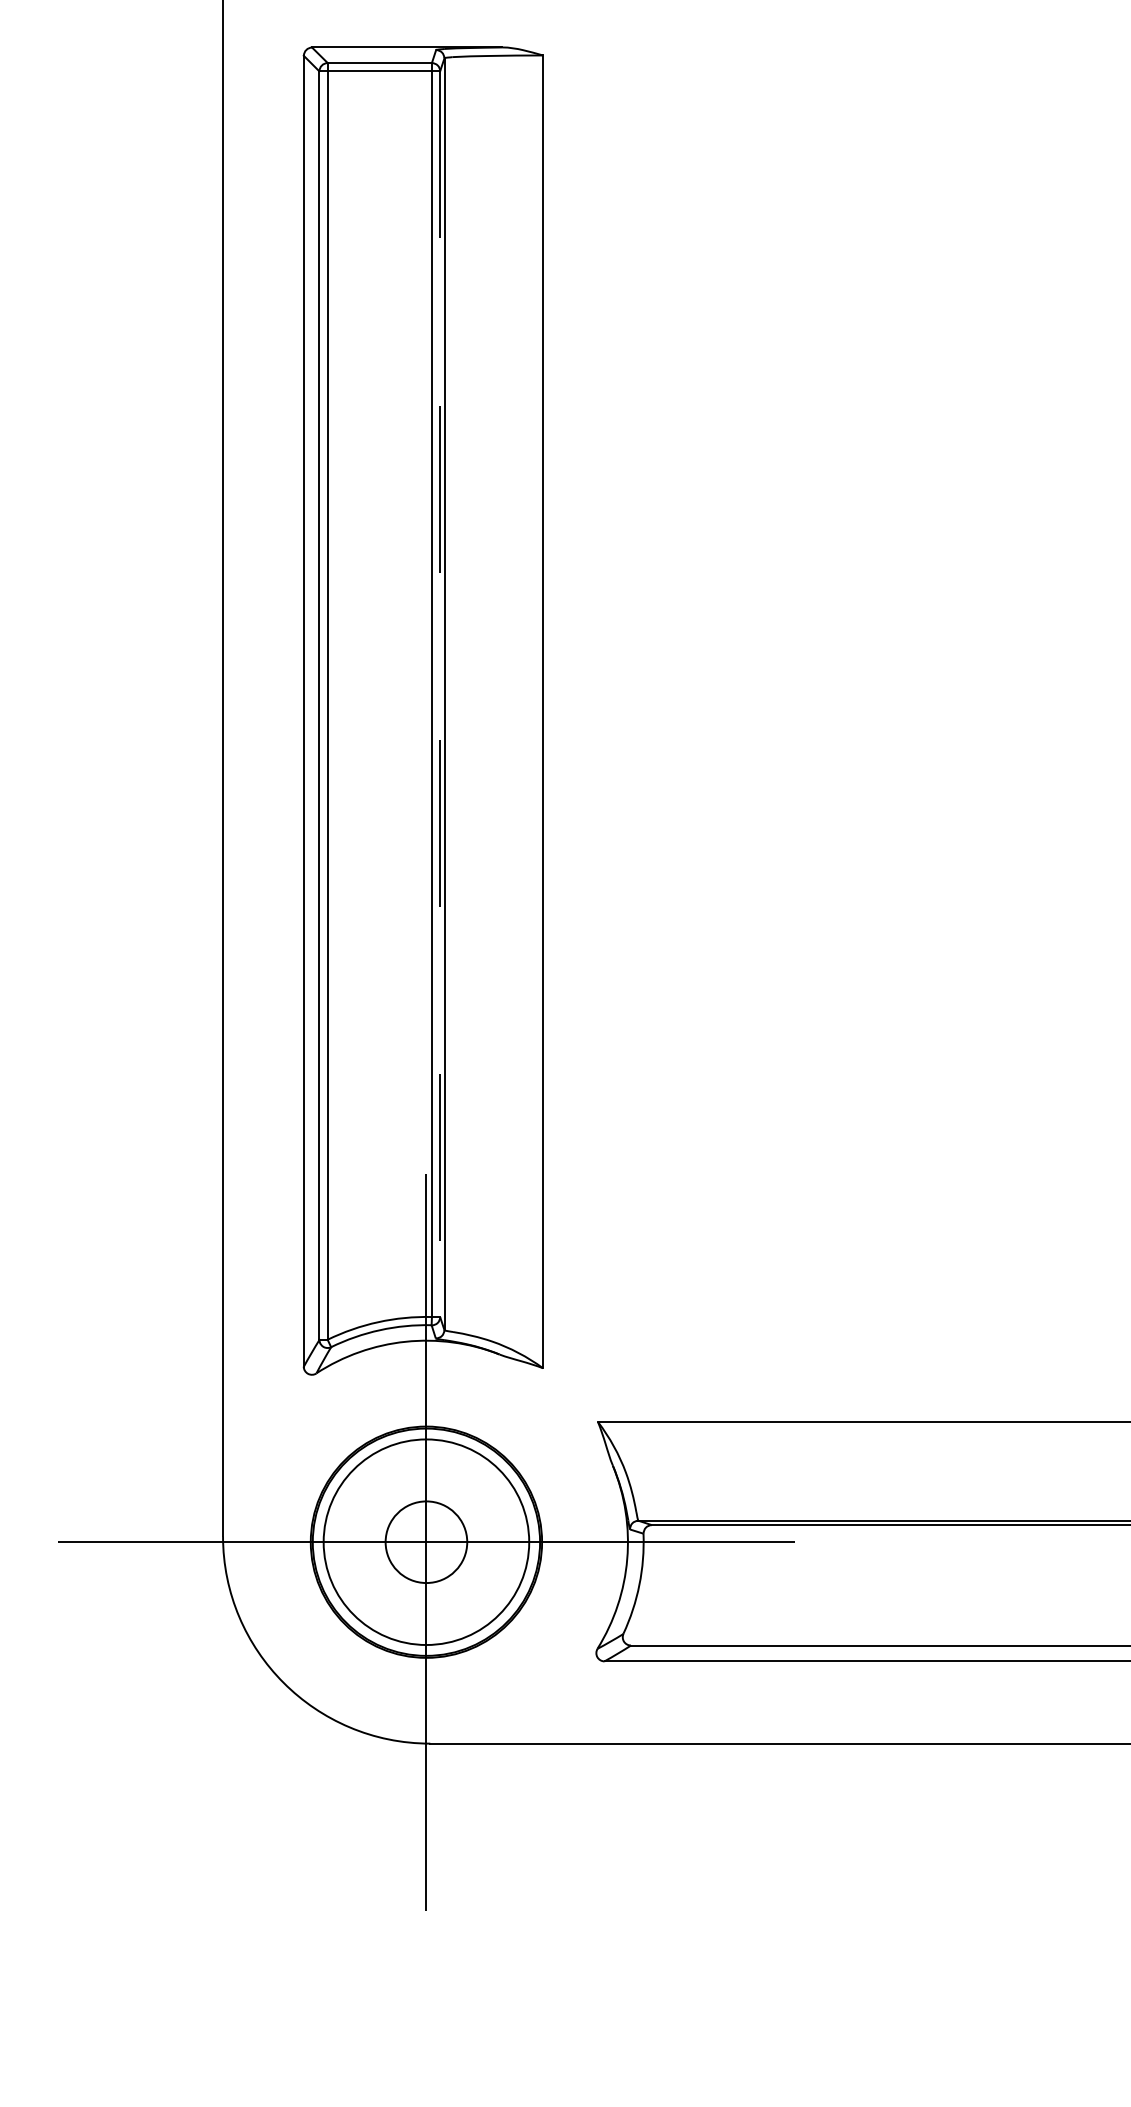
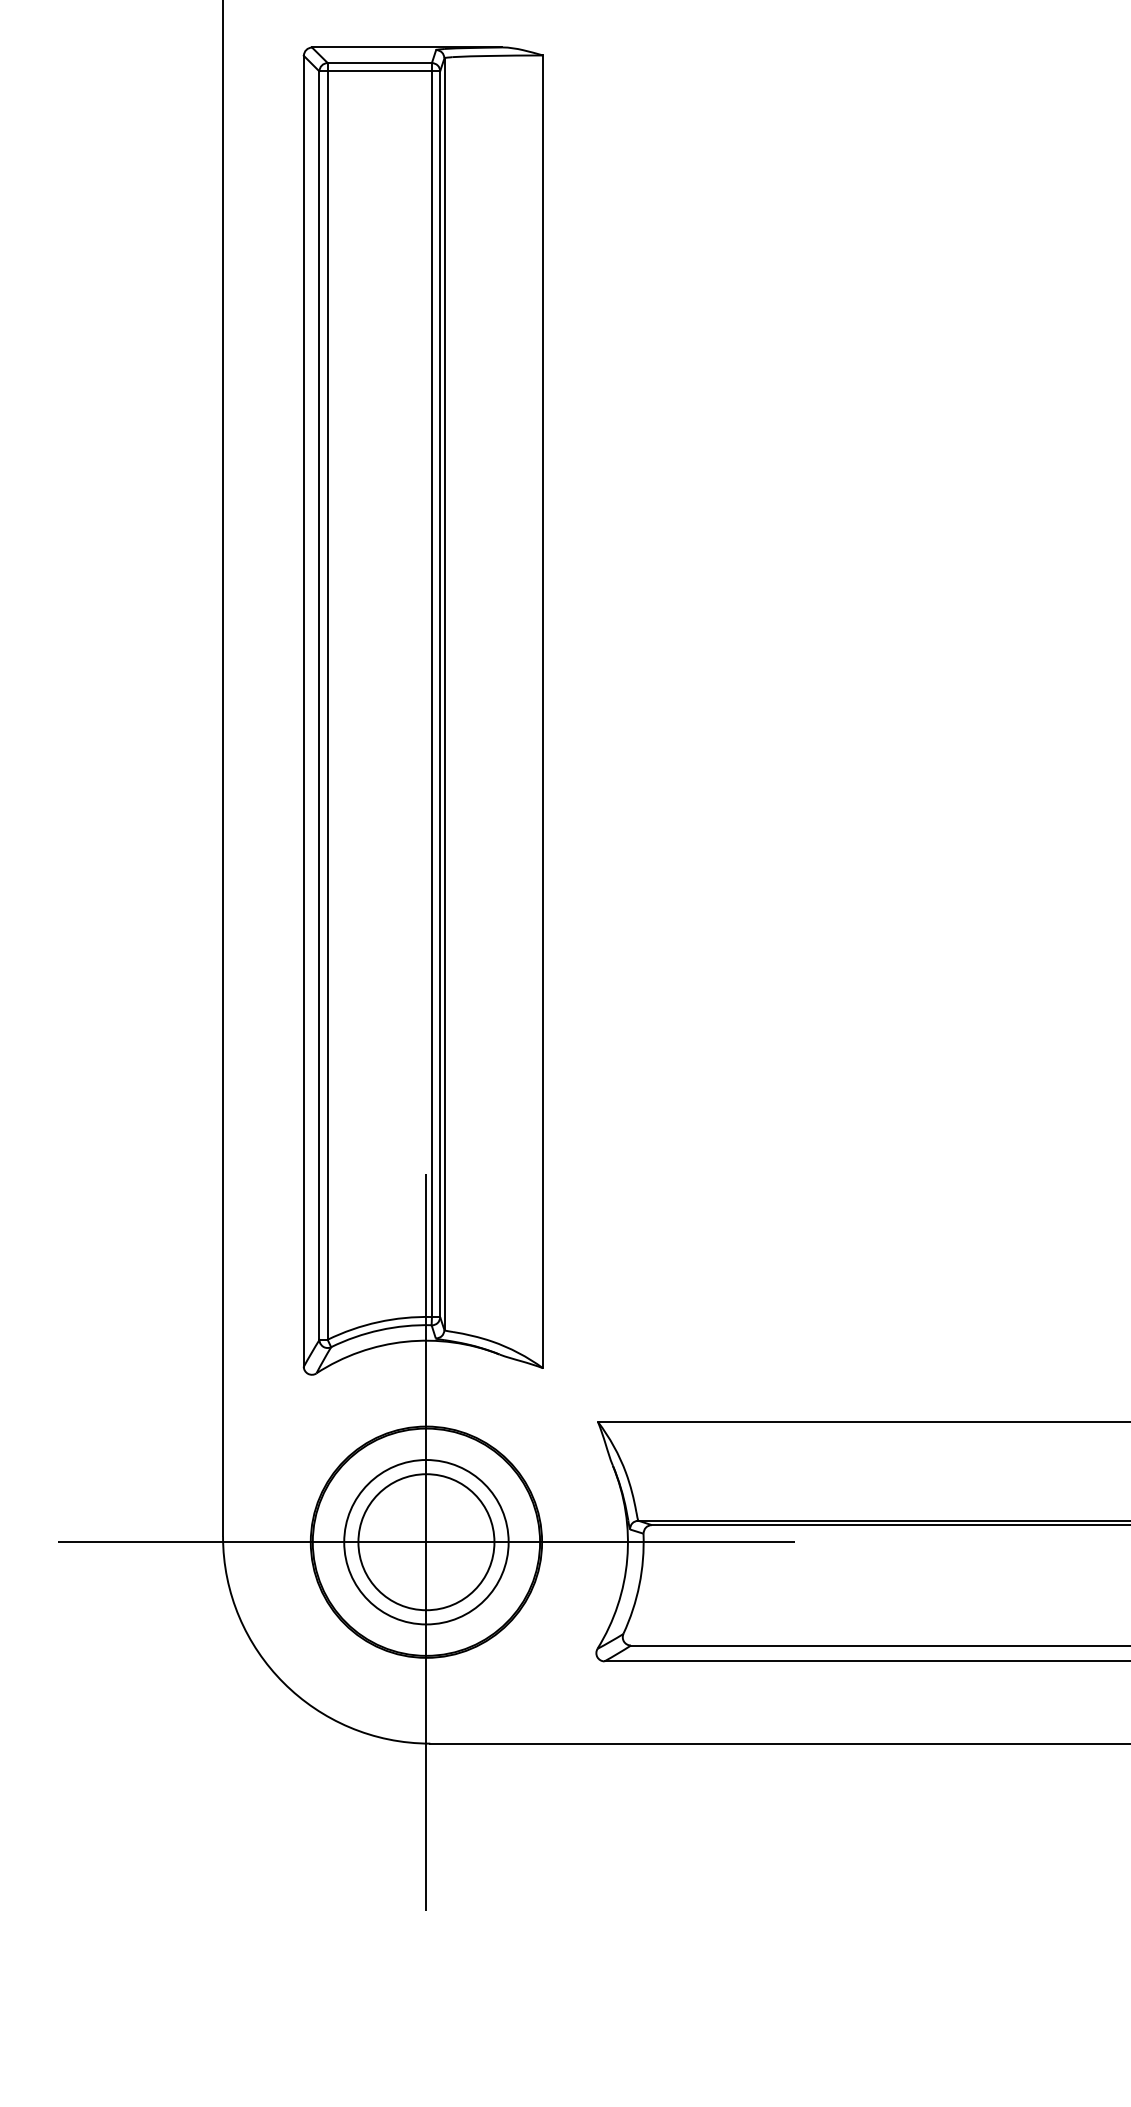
line at (440, 694): dashed -> solid
circle at (426, 1542) diameter: 206 px -> 164 px
circle at (426, 1542) diameter: 82 px -> 136 px
